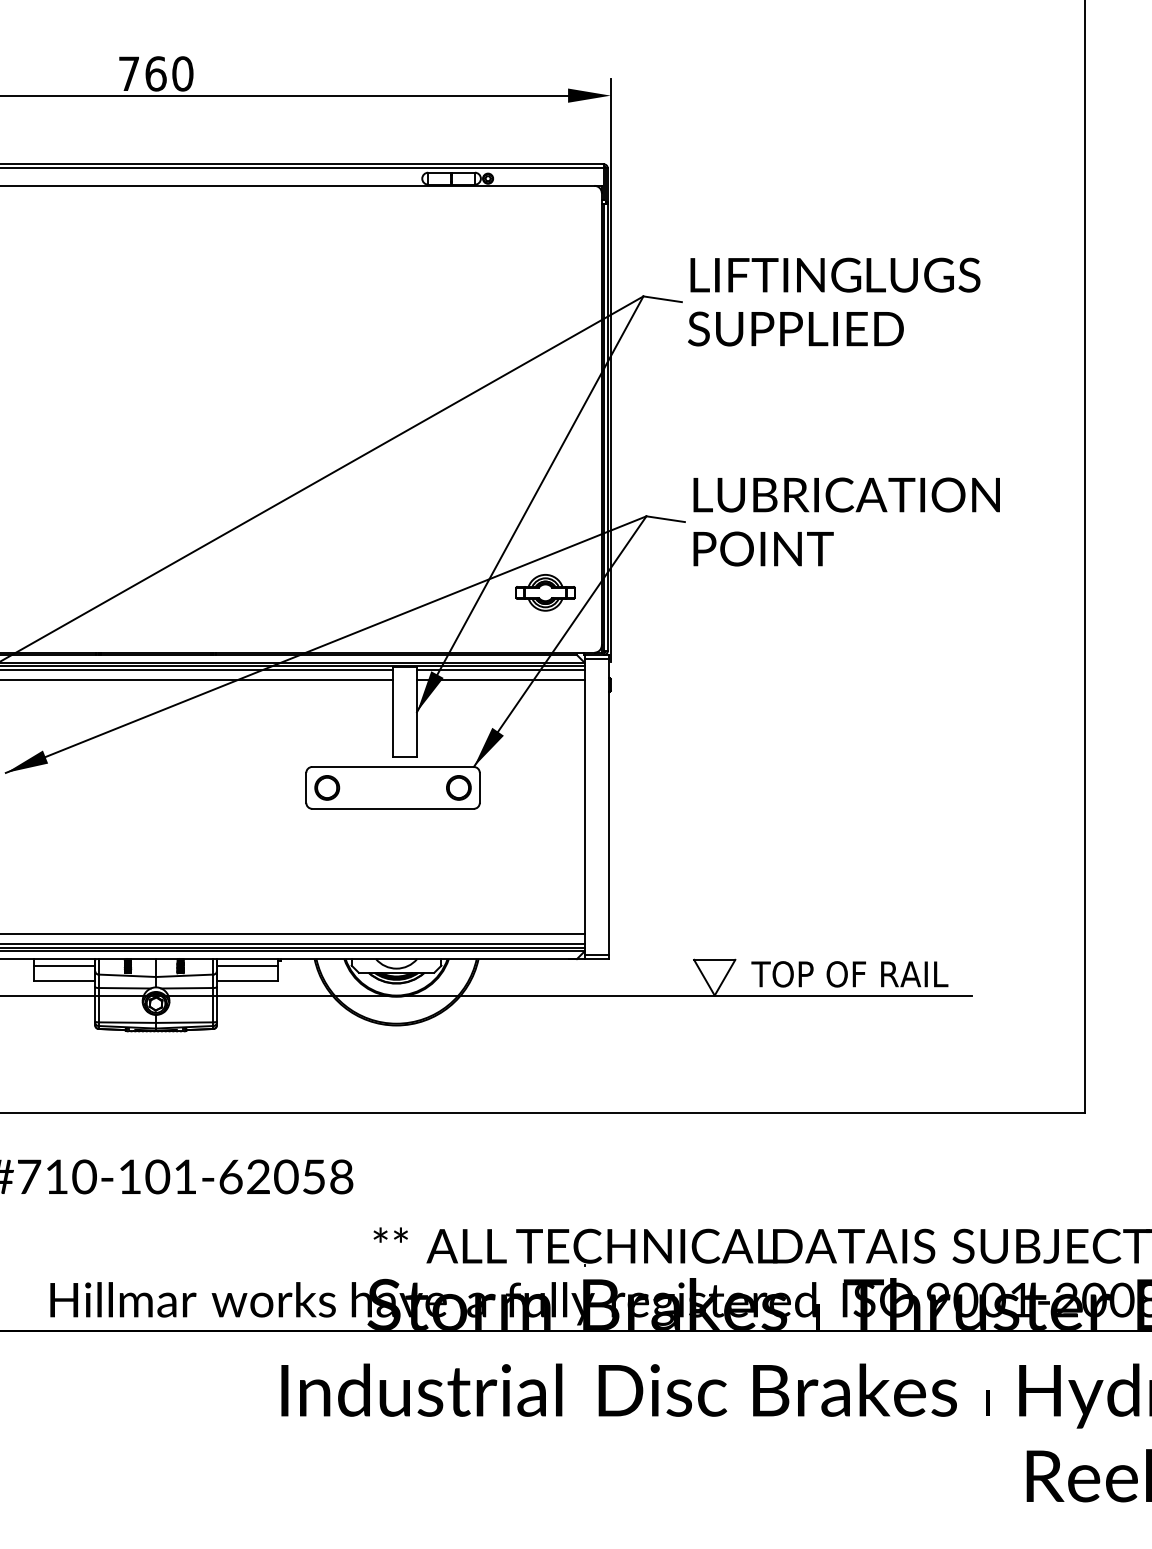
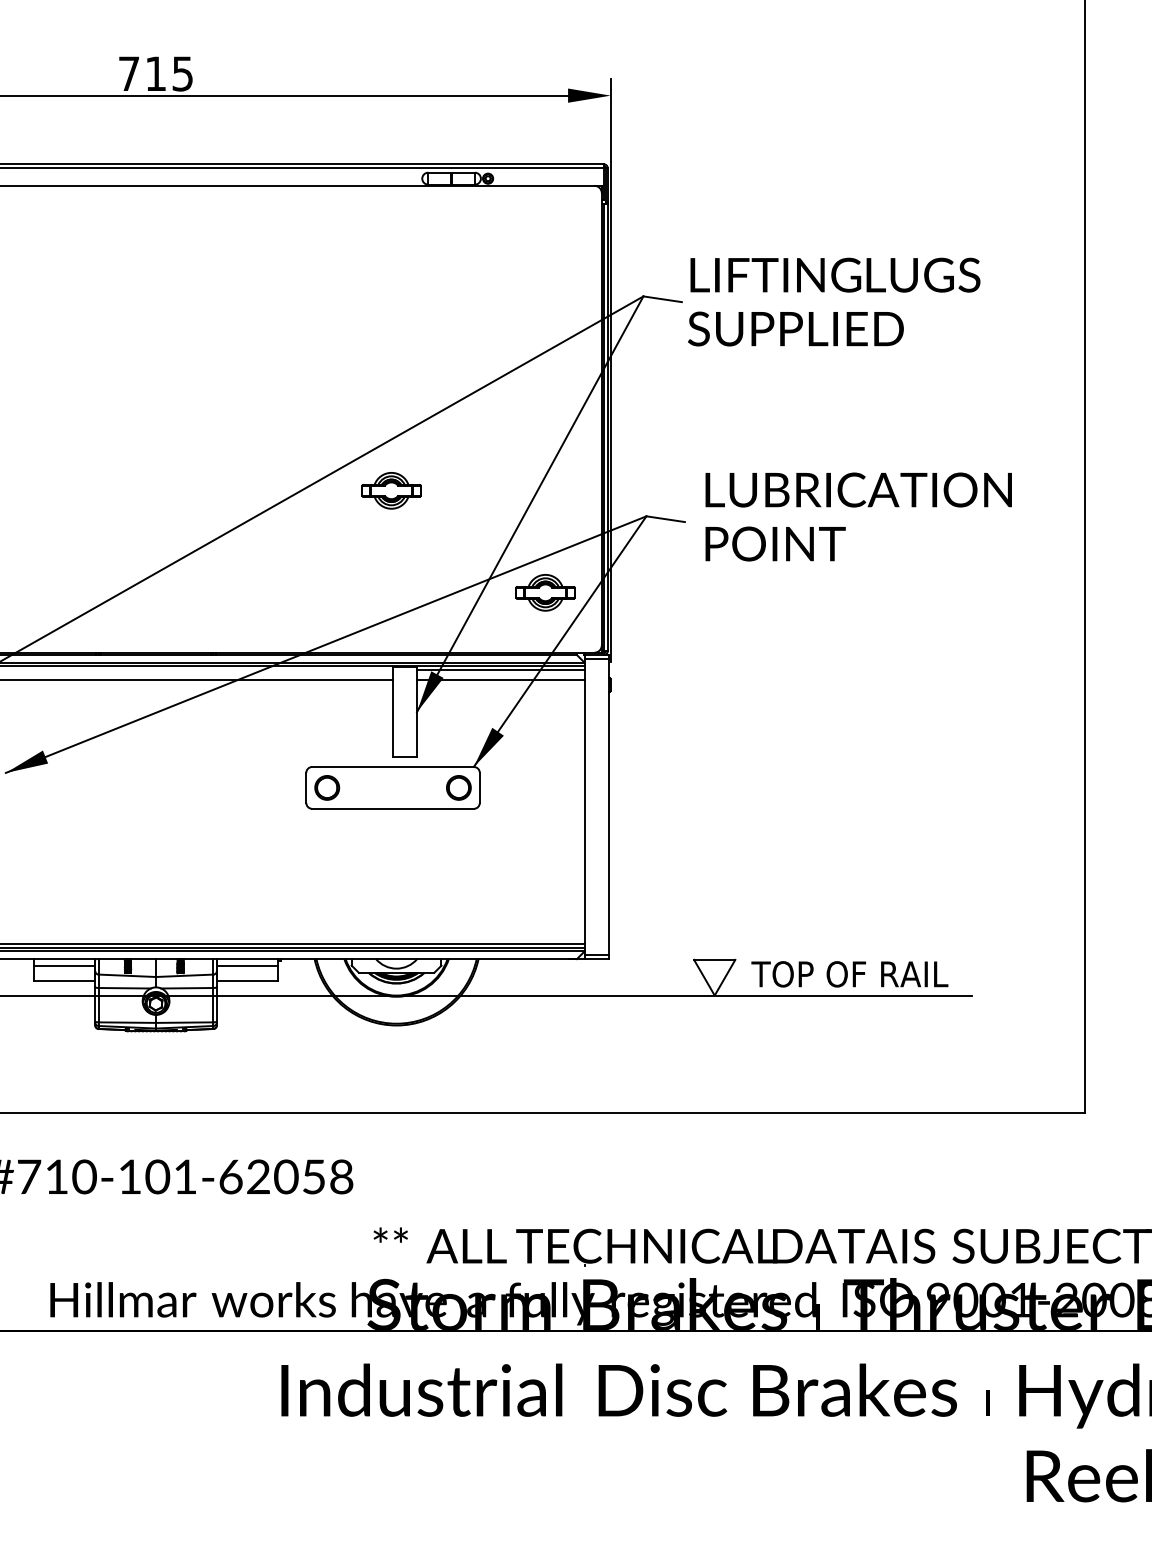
text at (169, 73): 760 -> 715
part at (391, 490): none -> present
text at (846, 521) position: (846, 521) -> (858, 516)
line at (197, 669): present -> none
line at (293, 933): present -> none
